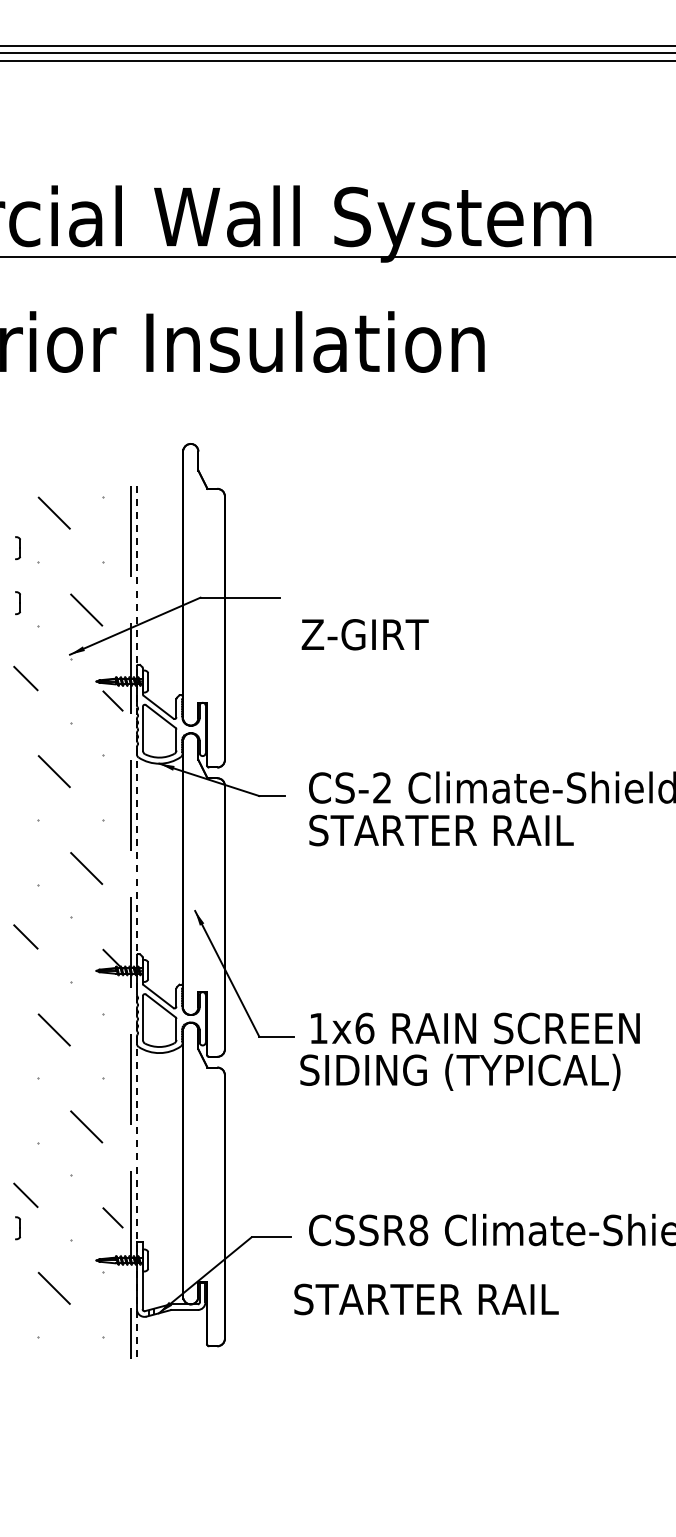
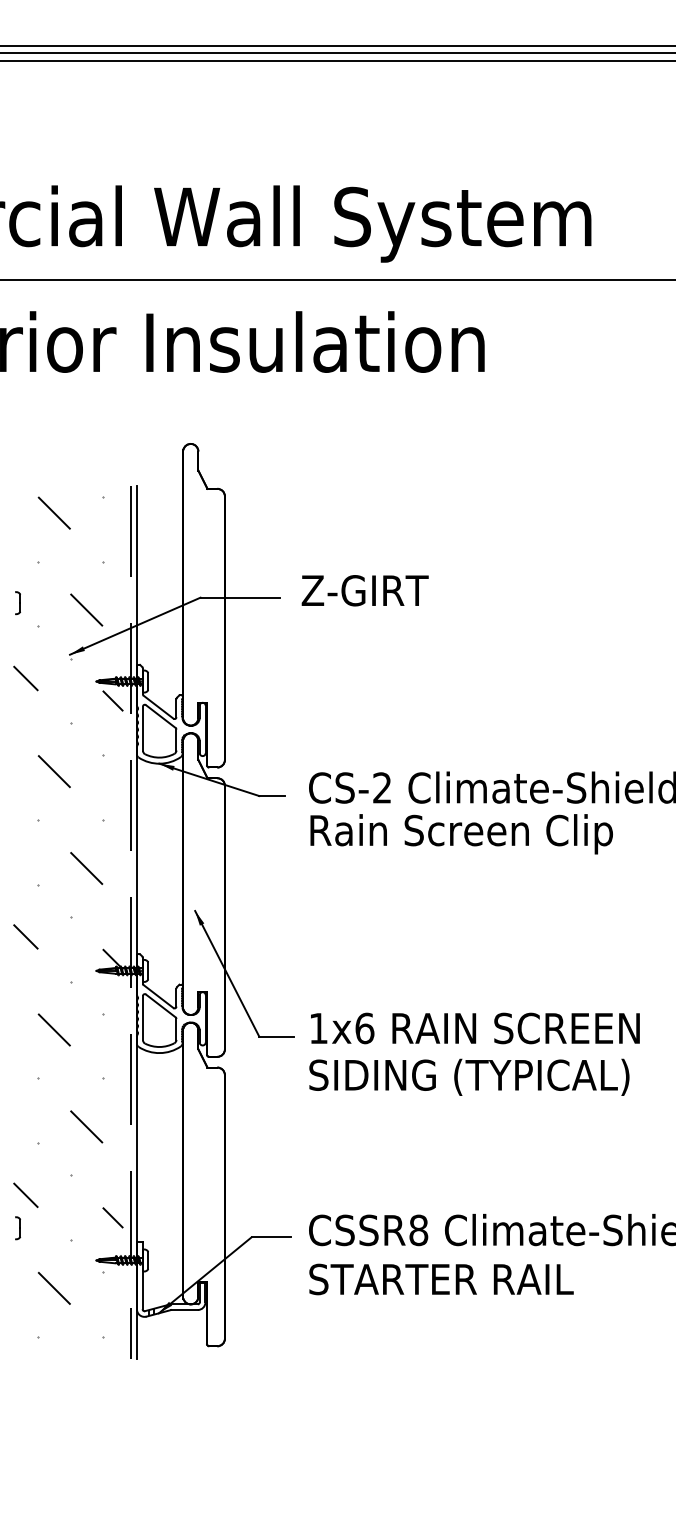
line at (337, 256) position: (337, 256) -> (337, 279)
part at (17, 548): present -> none
text at (364, 634) position: (364, 634) -> (364, 590)
text at (460, 834): STARTER RAIL -> Rain Screen Clip
line at (136, 922): dashed -> solid
text at (460, 1071) position: (460, 1071) -> (469, 1076)
text at (426, 1299) position: (426, 1299) -> (441, 1279)
